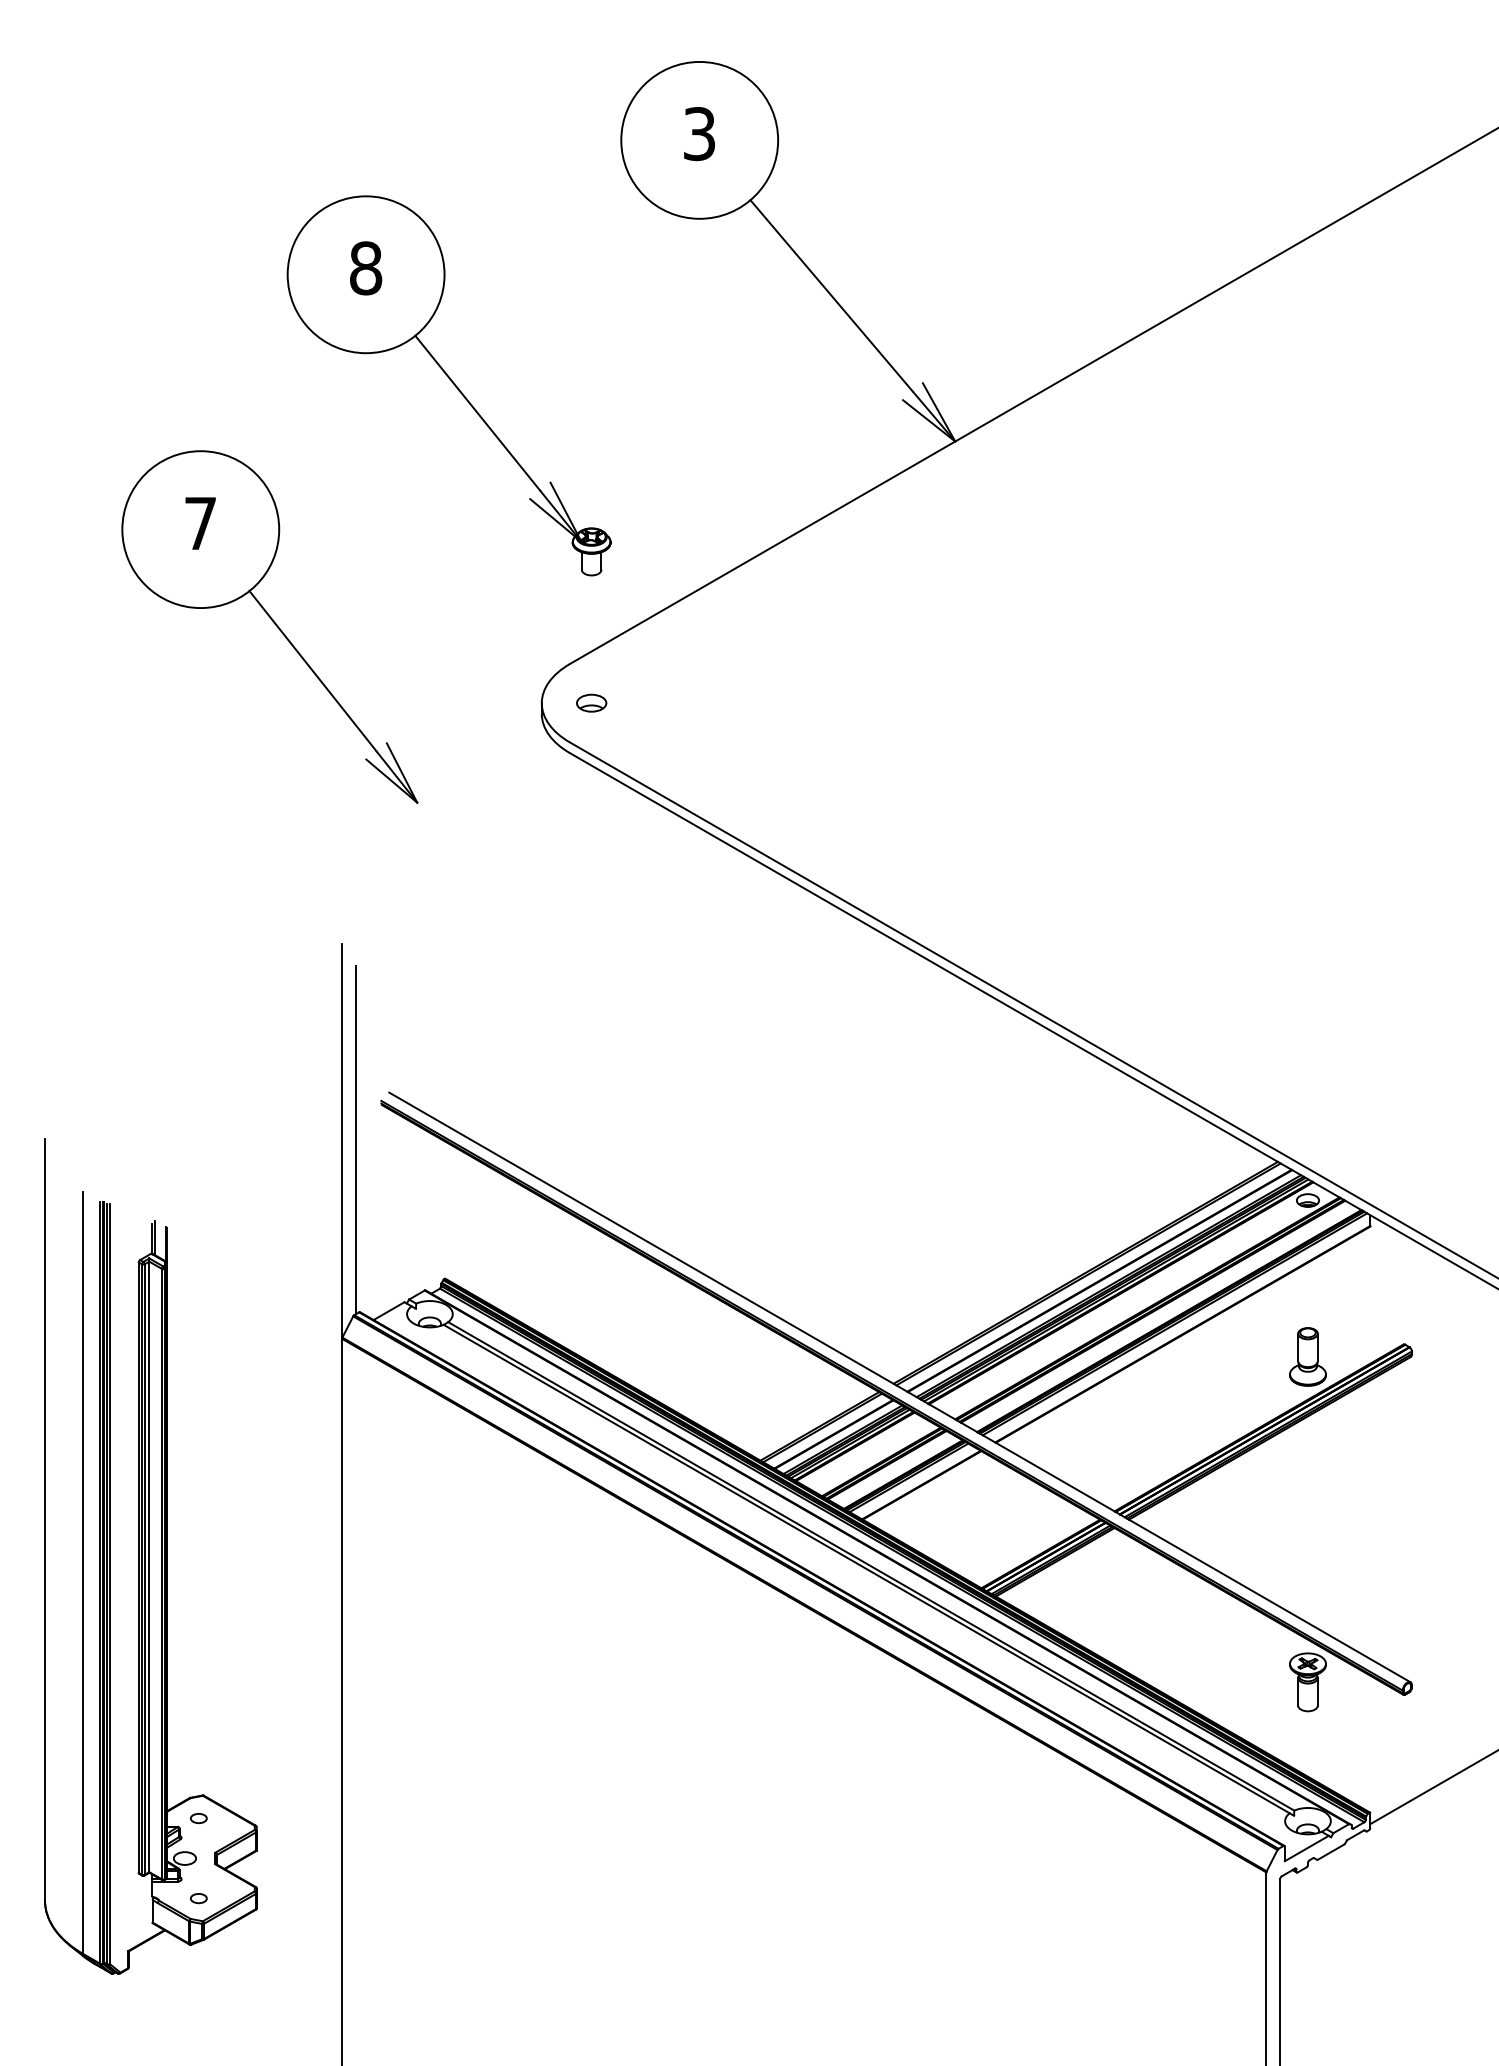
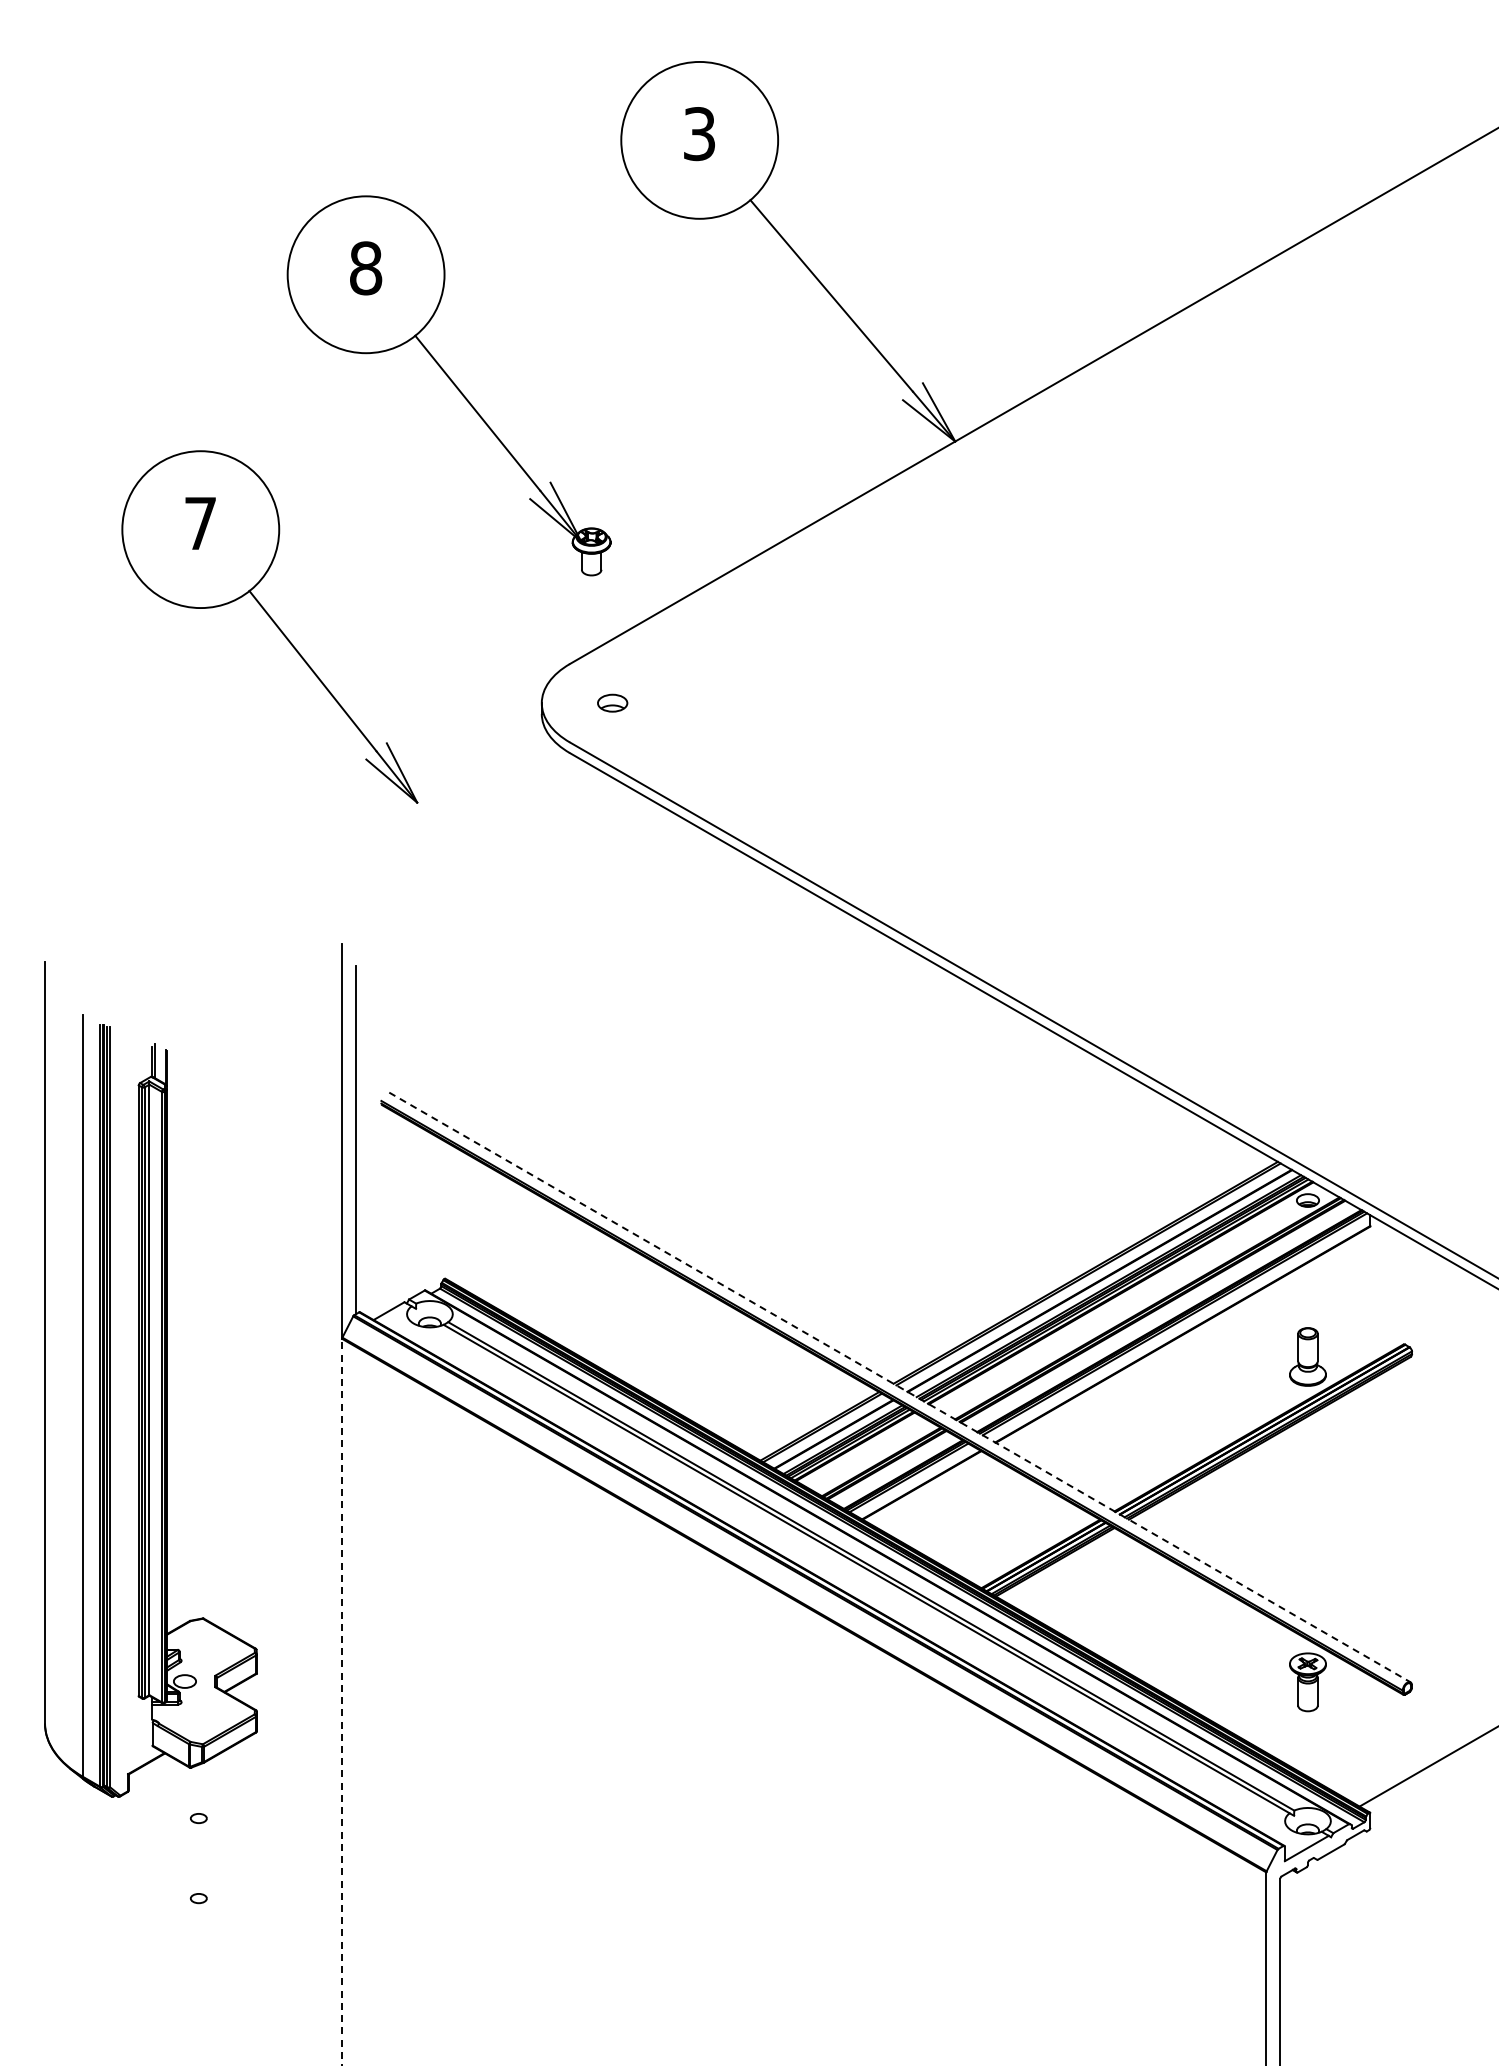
part at (591, 702) position: (591, 702) -> (612, 702)
line at (899, 1387): solid -> dashed
part at (150, 1556) position: (150, 1556) -> (150, 1379)
line at (342, 1701): solid -> dashed
line at (1432, 1787) position: (1432, 1787) -> (1427, 1766)
